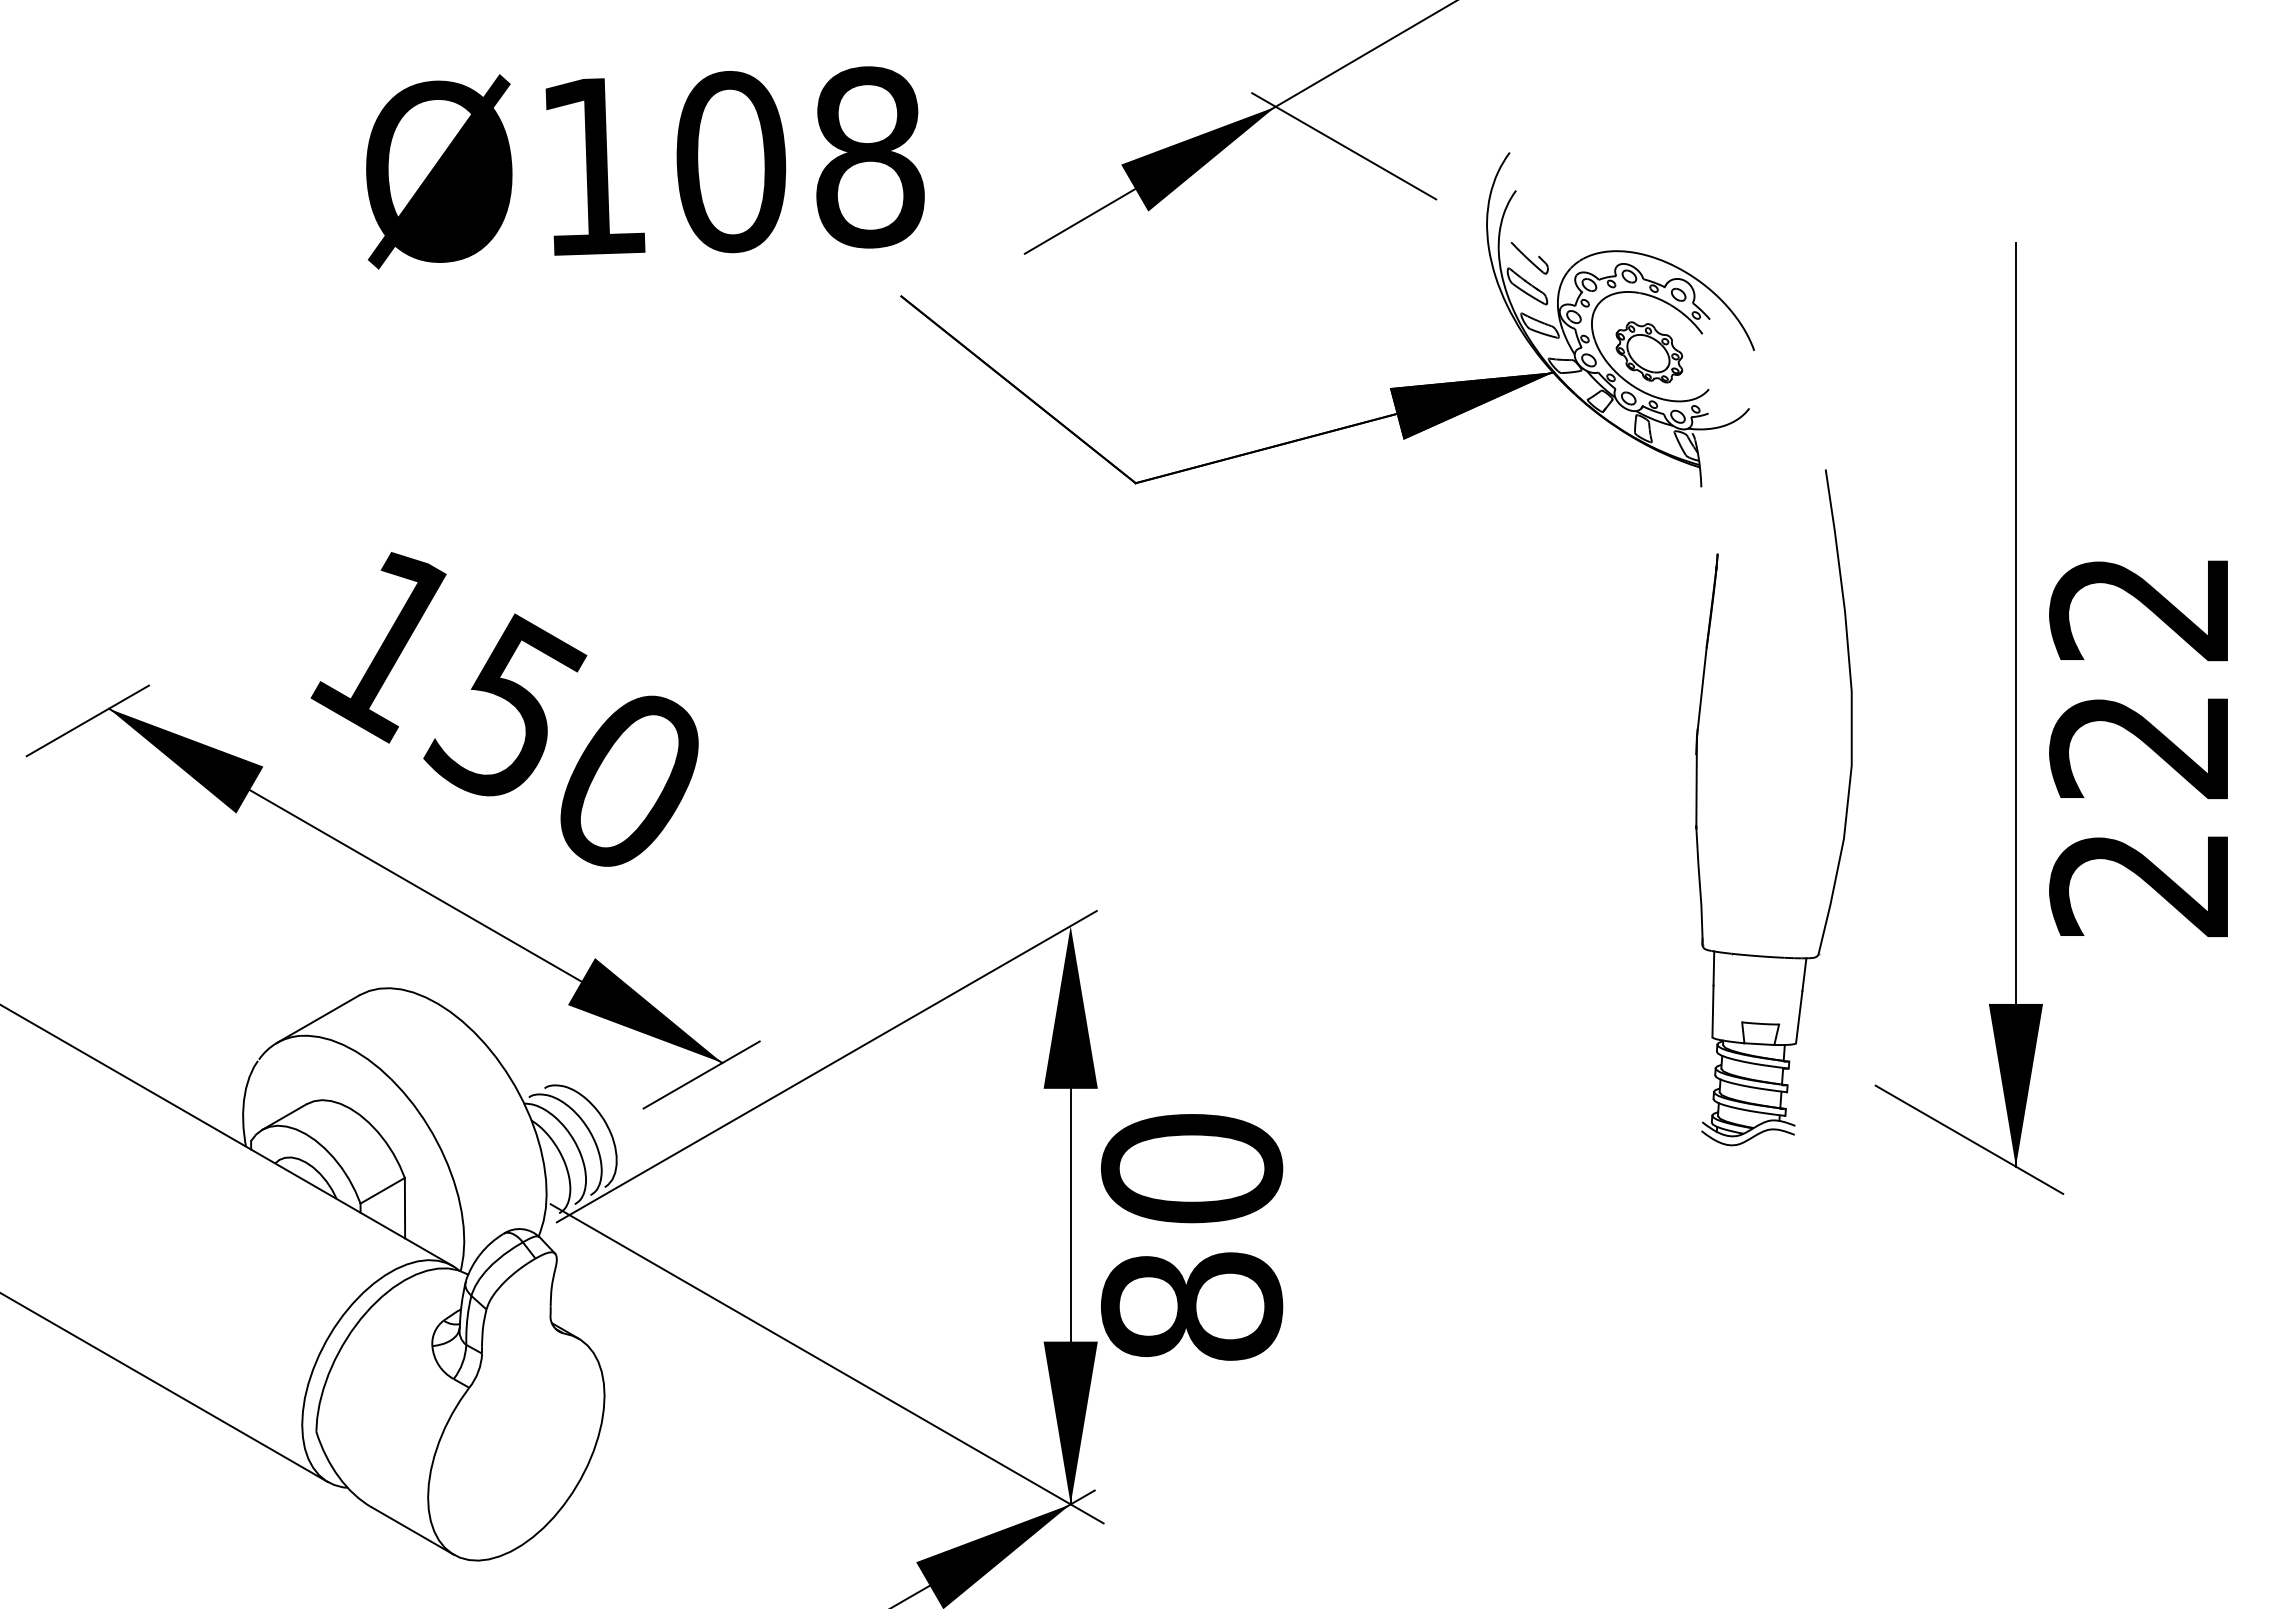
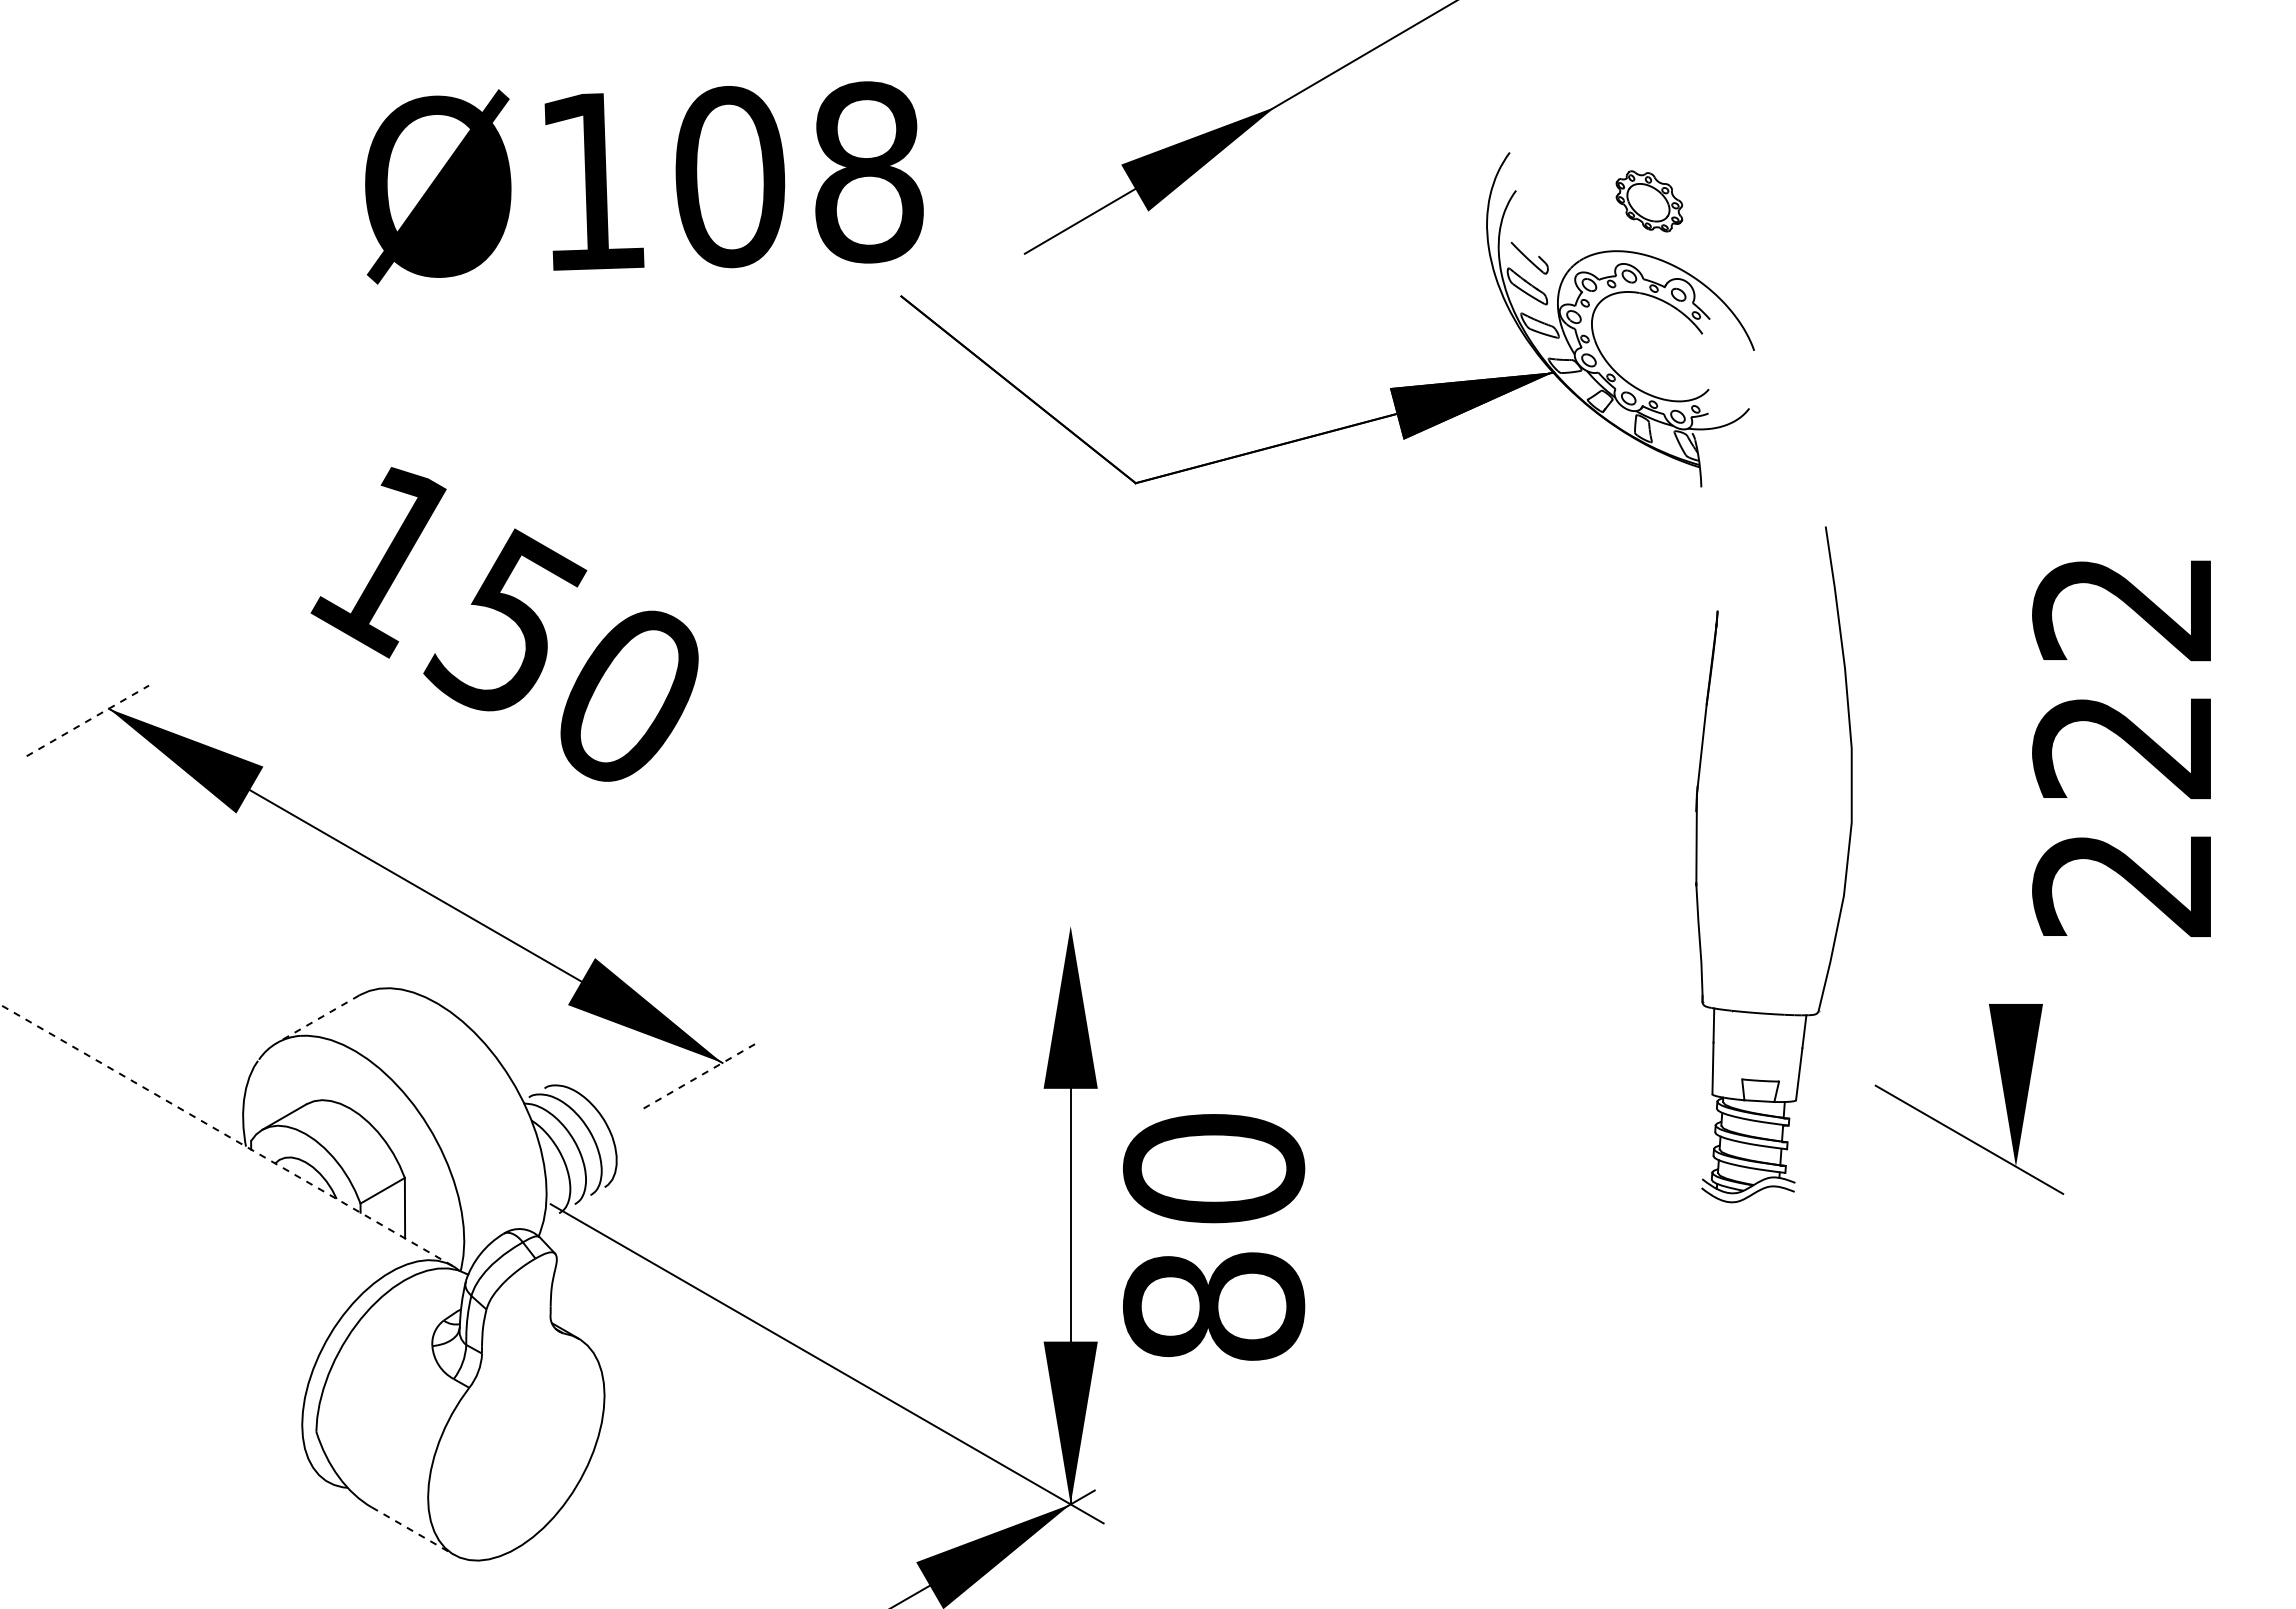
line at (1344, 146): present -> none
text at (645, 167) position: (645, 167) -> (644, 182)
part at (1649, 352) position: (1649, 352) -> (1649, 201)
line at (2015, 704): present -> none
text at (504, 709) position: (504, 709) -> (504, 624)
line at (87, 720): solid -> dashed
text at (2138, 748) position: (2138, 748) -> (2121, 748)
part at (1845, 812) position: (1845, 812) -> (1845, 869)
line at (318, 1019): solid -> dashed
line at (826, 1066): present -> none
line at (702, 1074): solid -> dashed
line at (226, 1135): solid -> dashed
text at (1192, 1237) position: (1192, 1237) -> (1214, 1237)
line at (165, 1388): present -> none
line at (413, 1531): solid -> dashed
